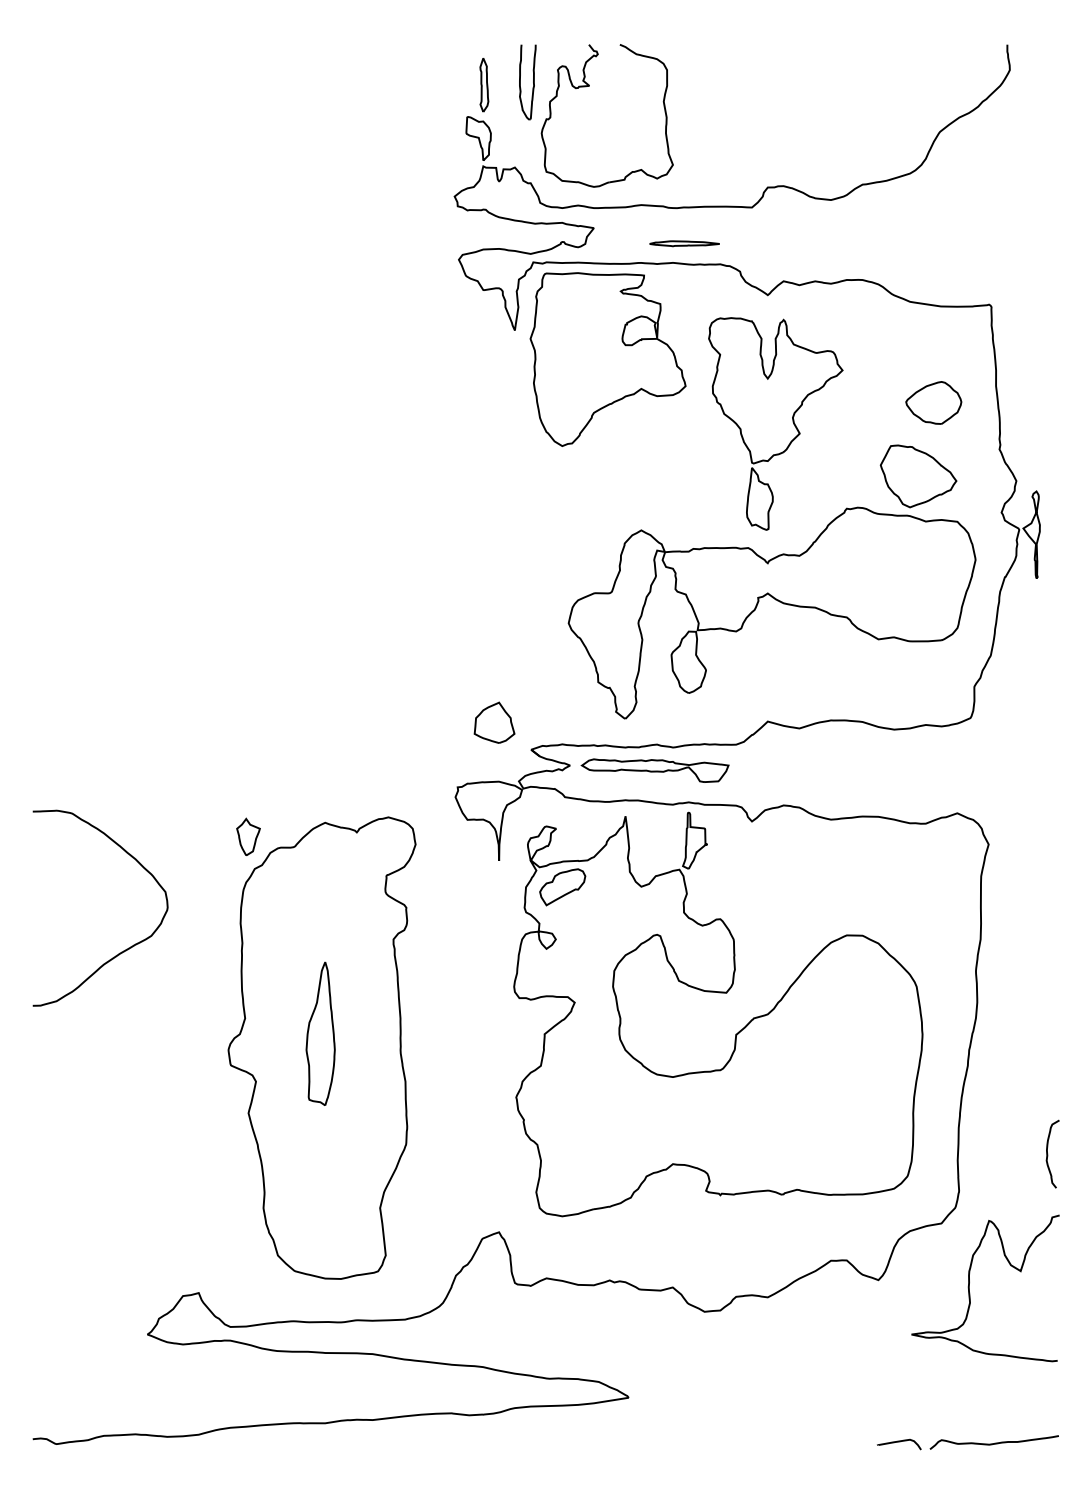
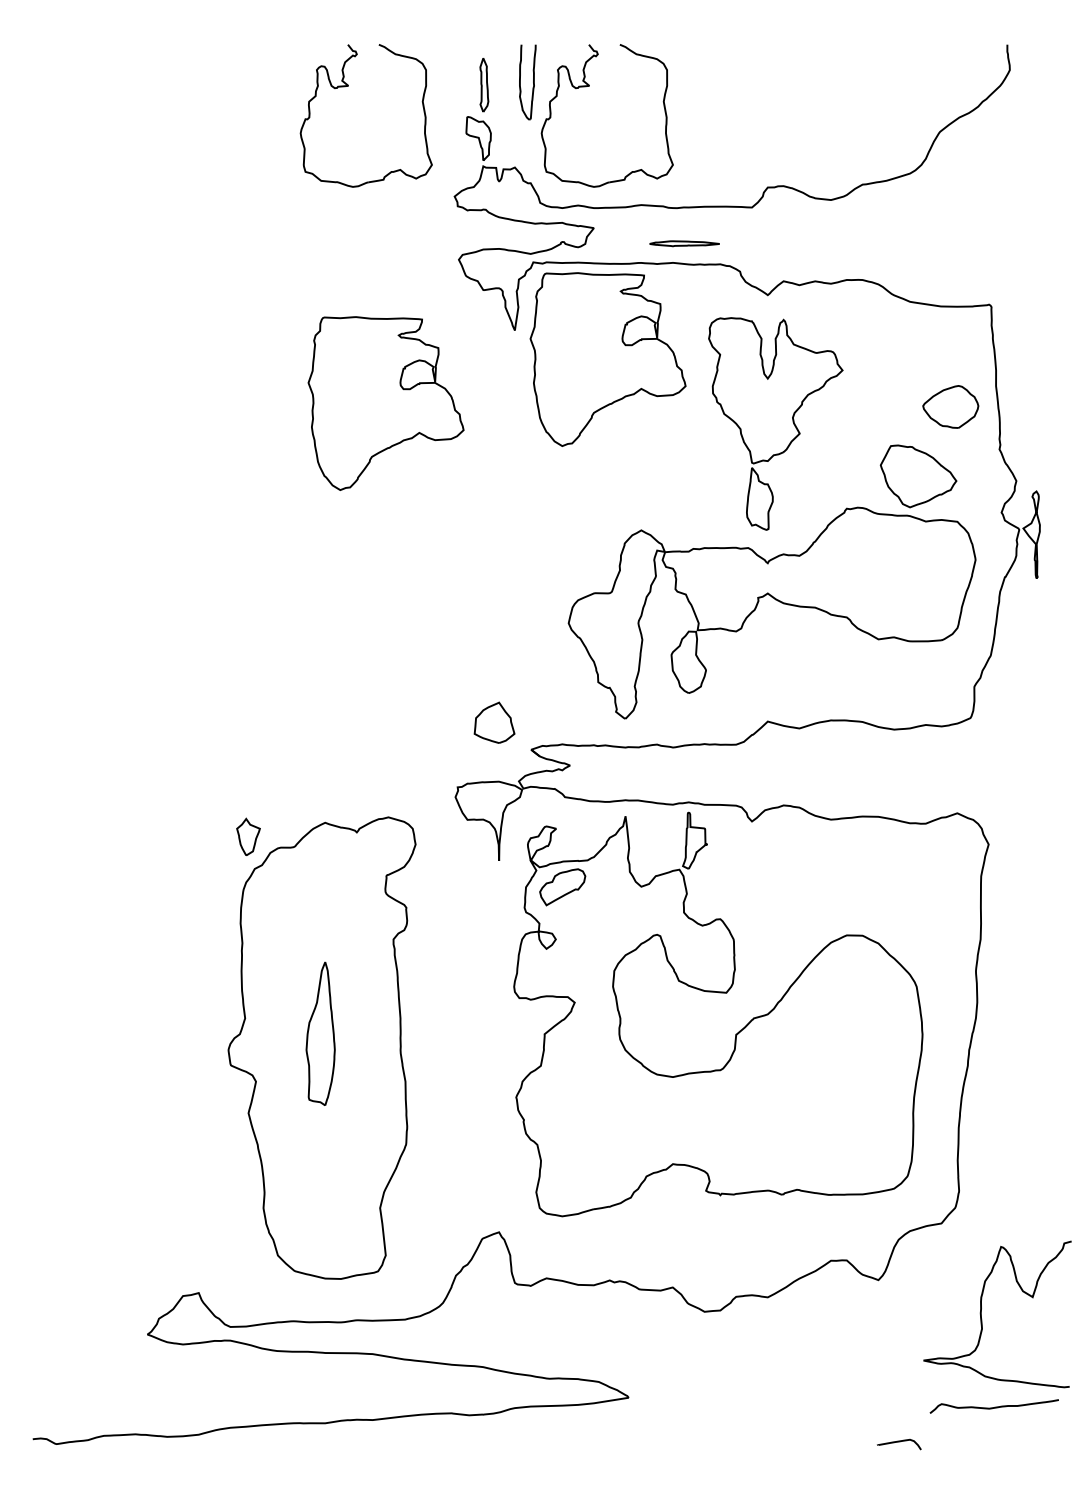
part at (348, 86): none -> present
part at (933, 402) position: (933, 402) -> (950, 406)
part at (385, 403): none -> present
part at (654, 770): present -> none
curve at (121, 951): present -> none
curve at (1048, 1154): present -> none
curve at (970, 1293) position: (970, 1293) -> (982, 1319)
curve at (994, 1442) position: (994, 1442) -> (994, 1406)
